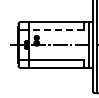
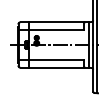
line at (56, 30): dashed -> solid
